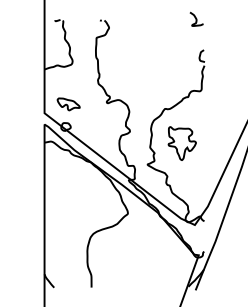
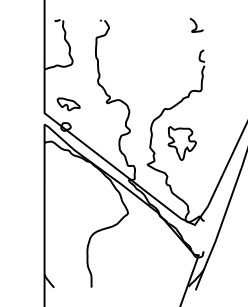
curve at (196, 18) position: (196, 18) -> (196, 24)
